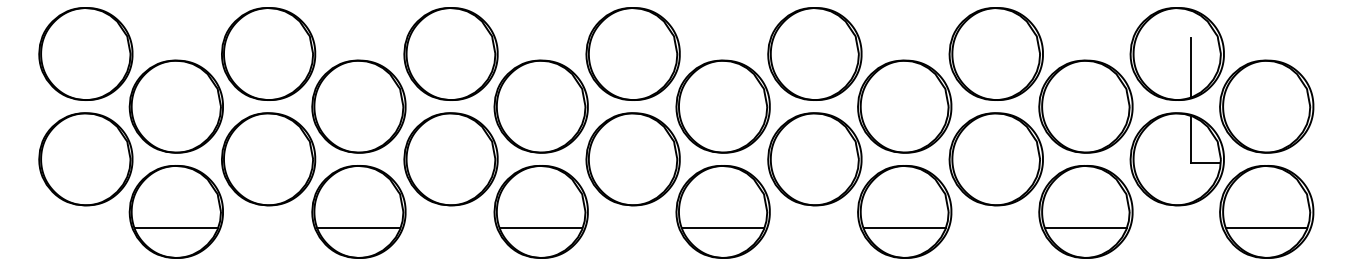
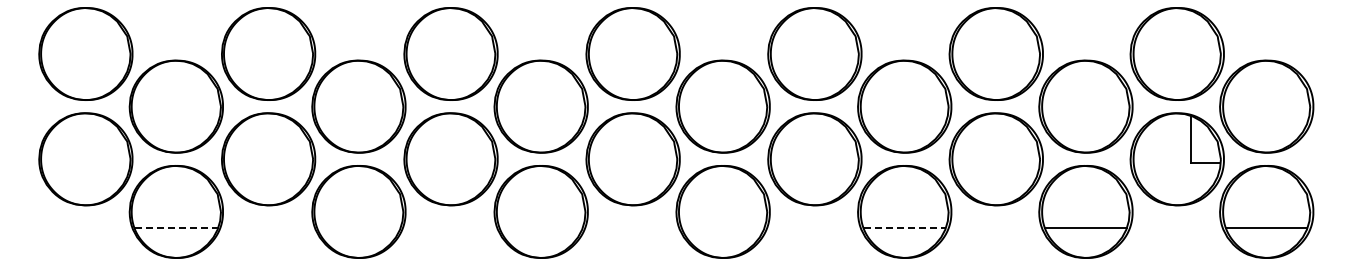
line at (1191, 66): present -> none
line at (176, 228): solid -> dashed
line at (358, 228): present -> none
line at (540, 228): present -> none
line at (722, 228): present -> none
line at (904, 228): solid -> dashed
